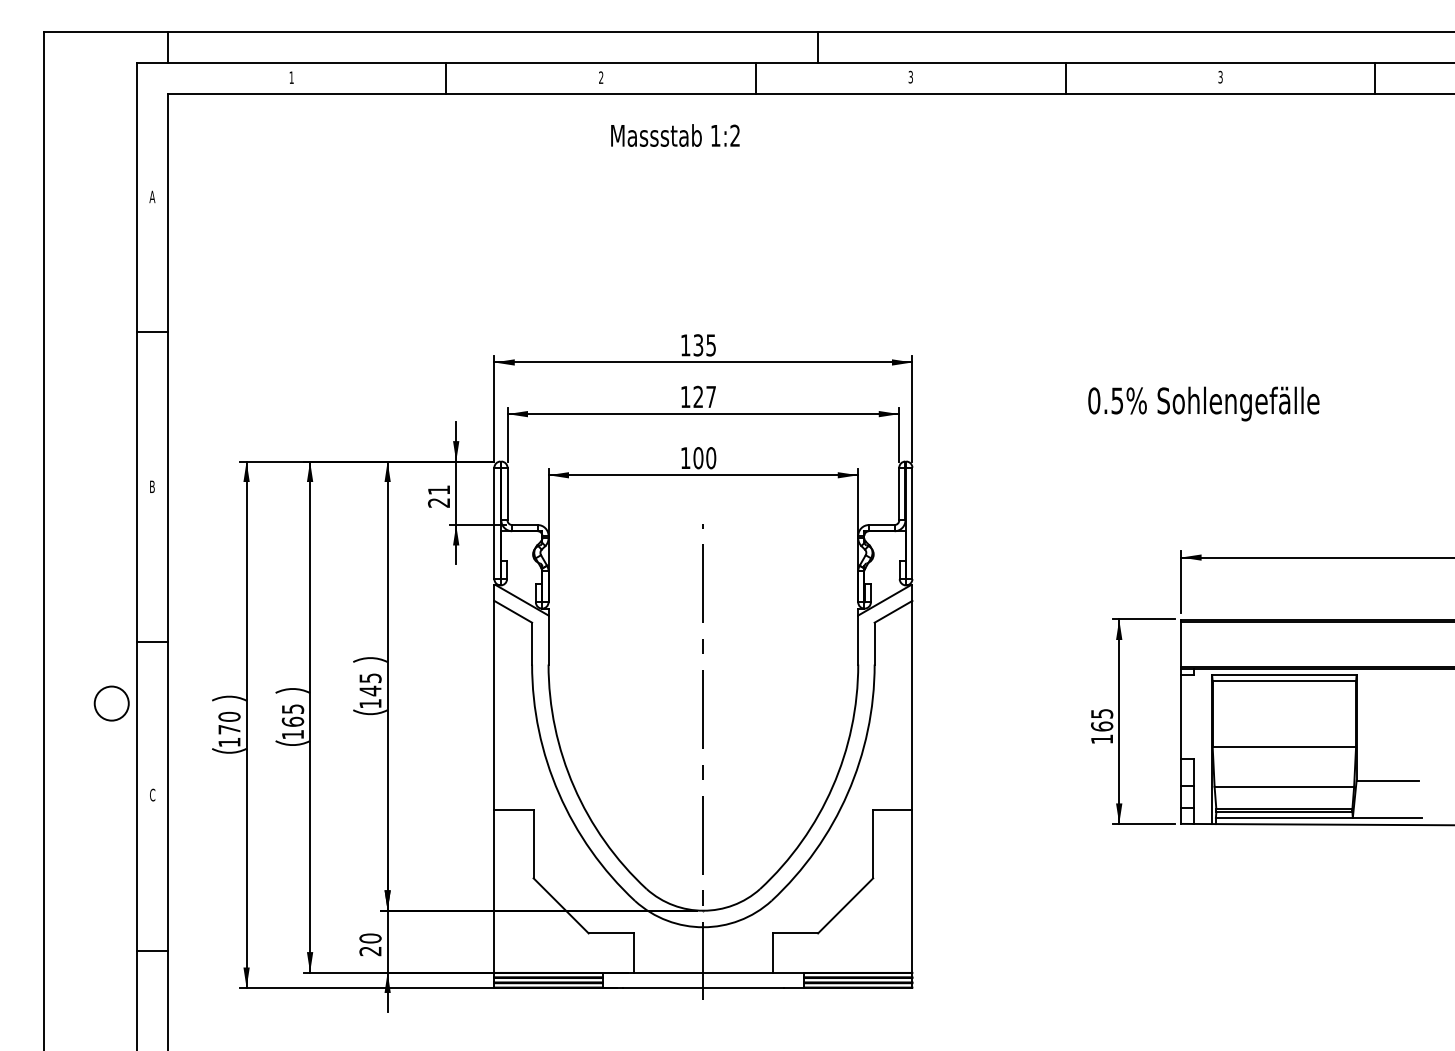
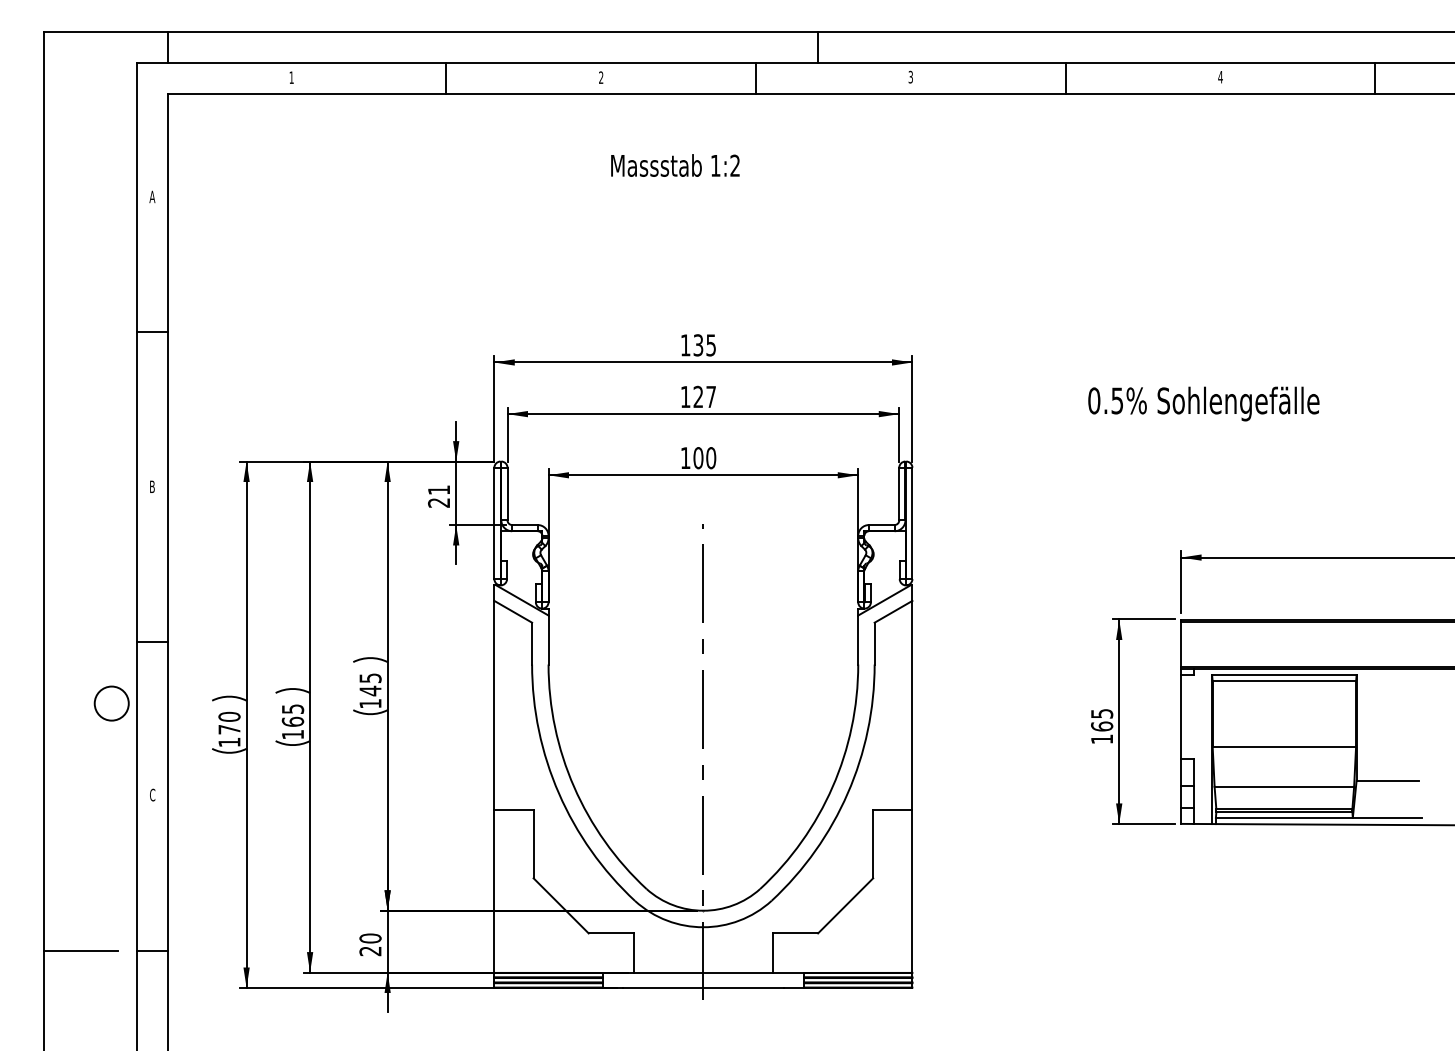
text at (1220, 76): 3 -> 4
text at (675, 135) position: (675, 135) -> (675, 165)
line at (80, 951): none -> present
